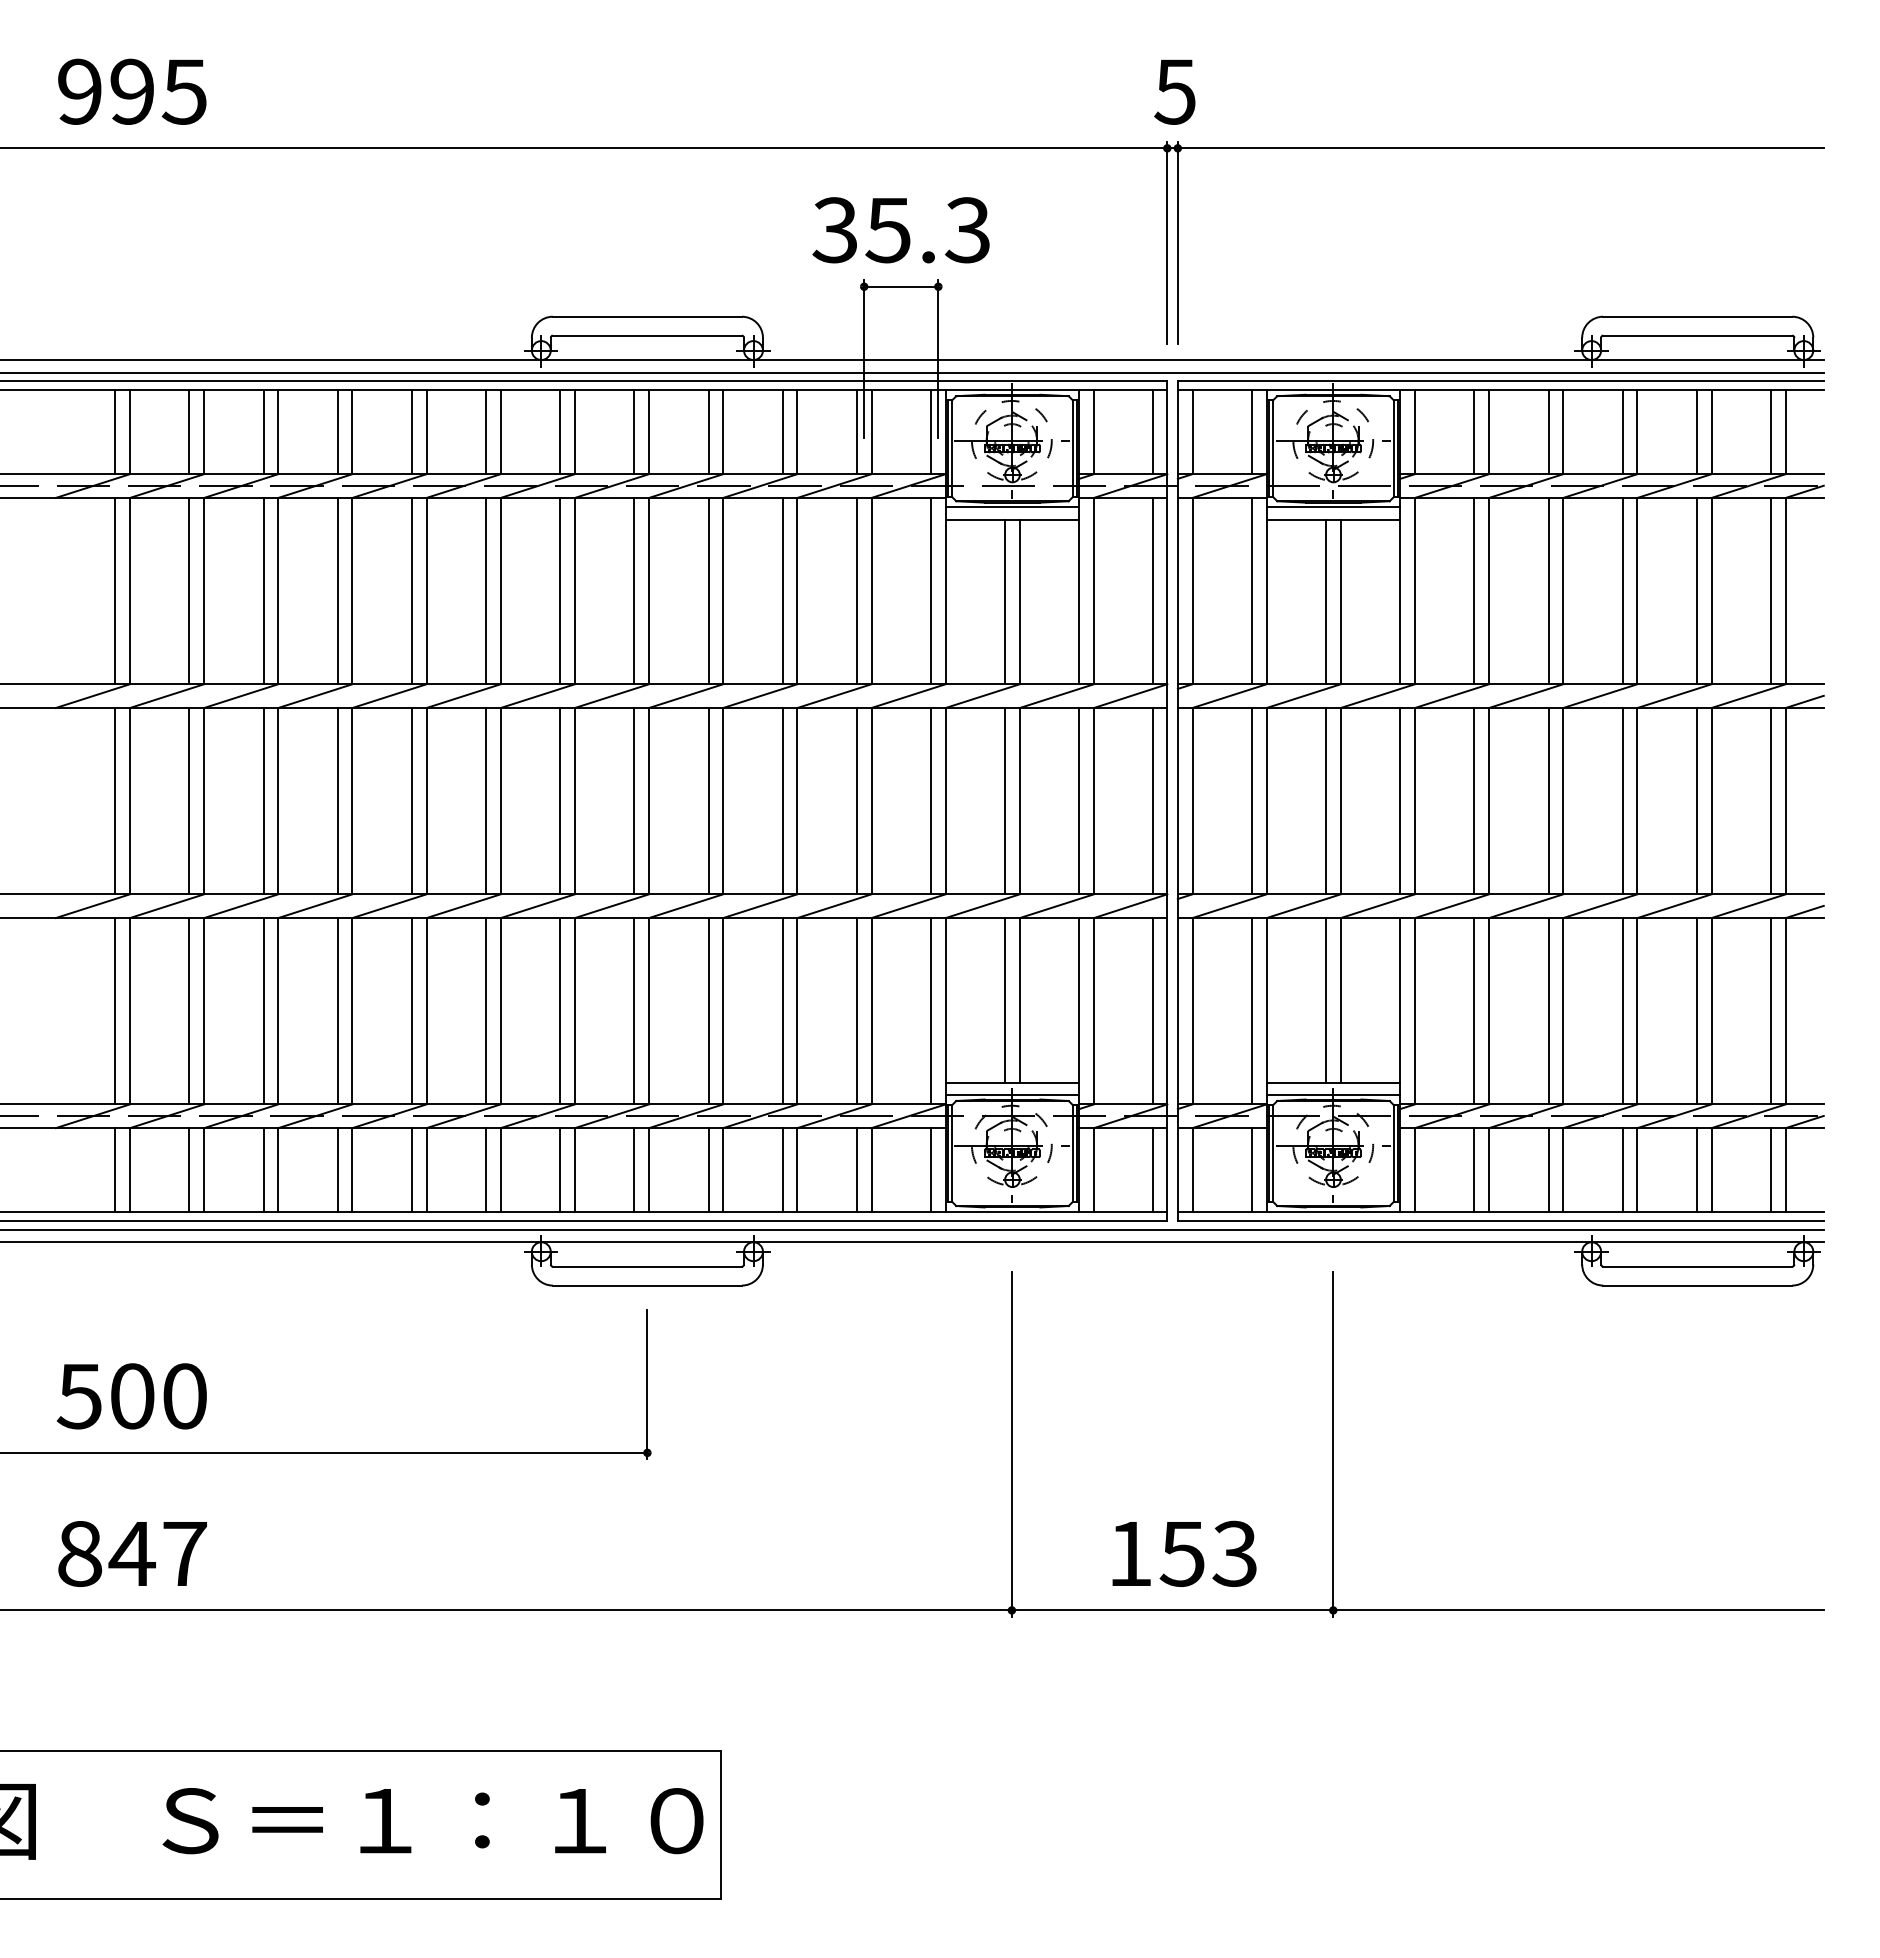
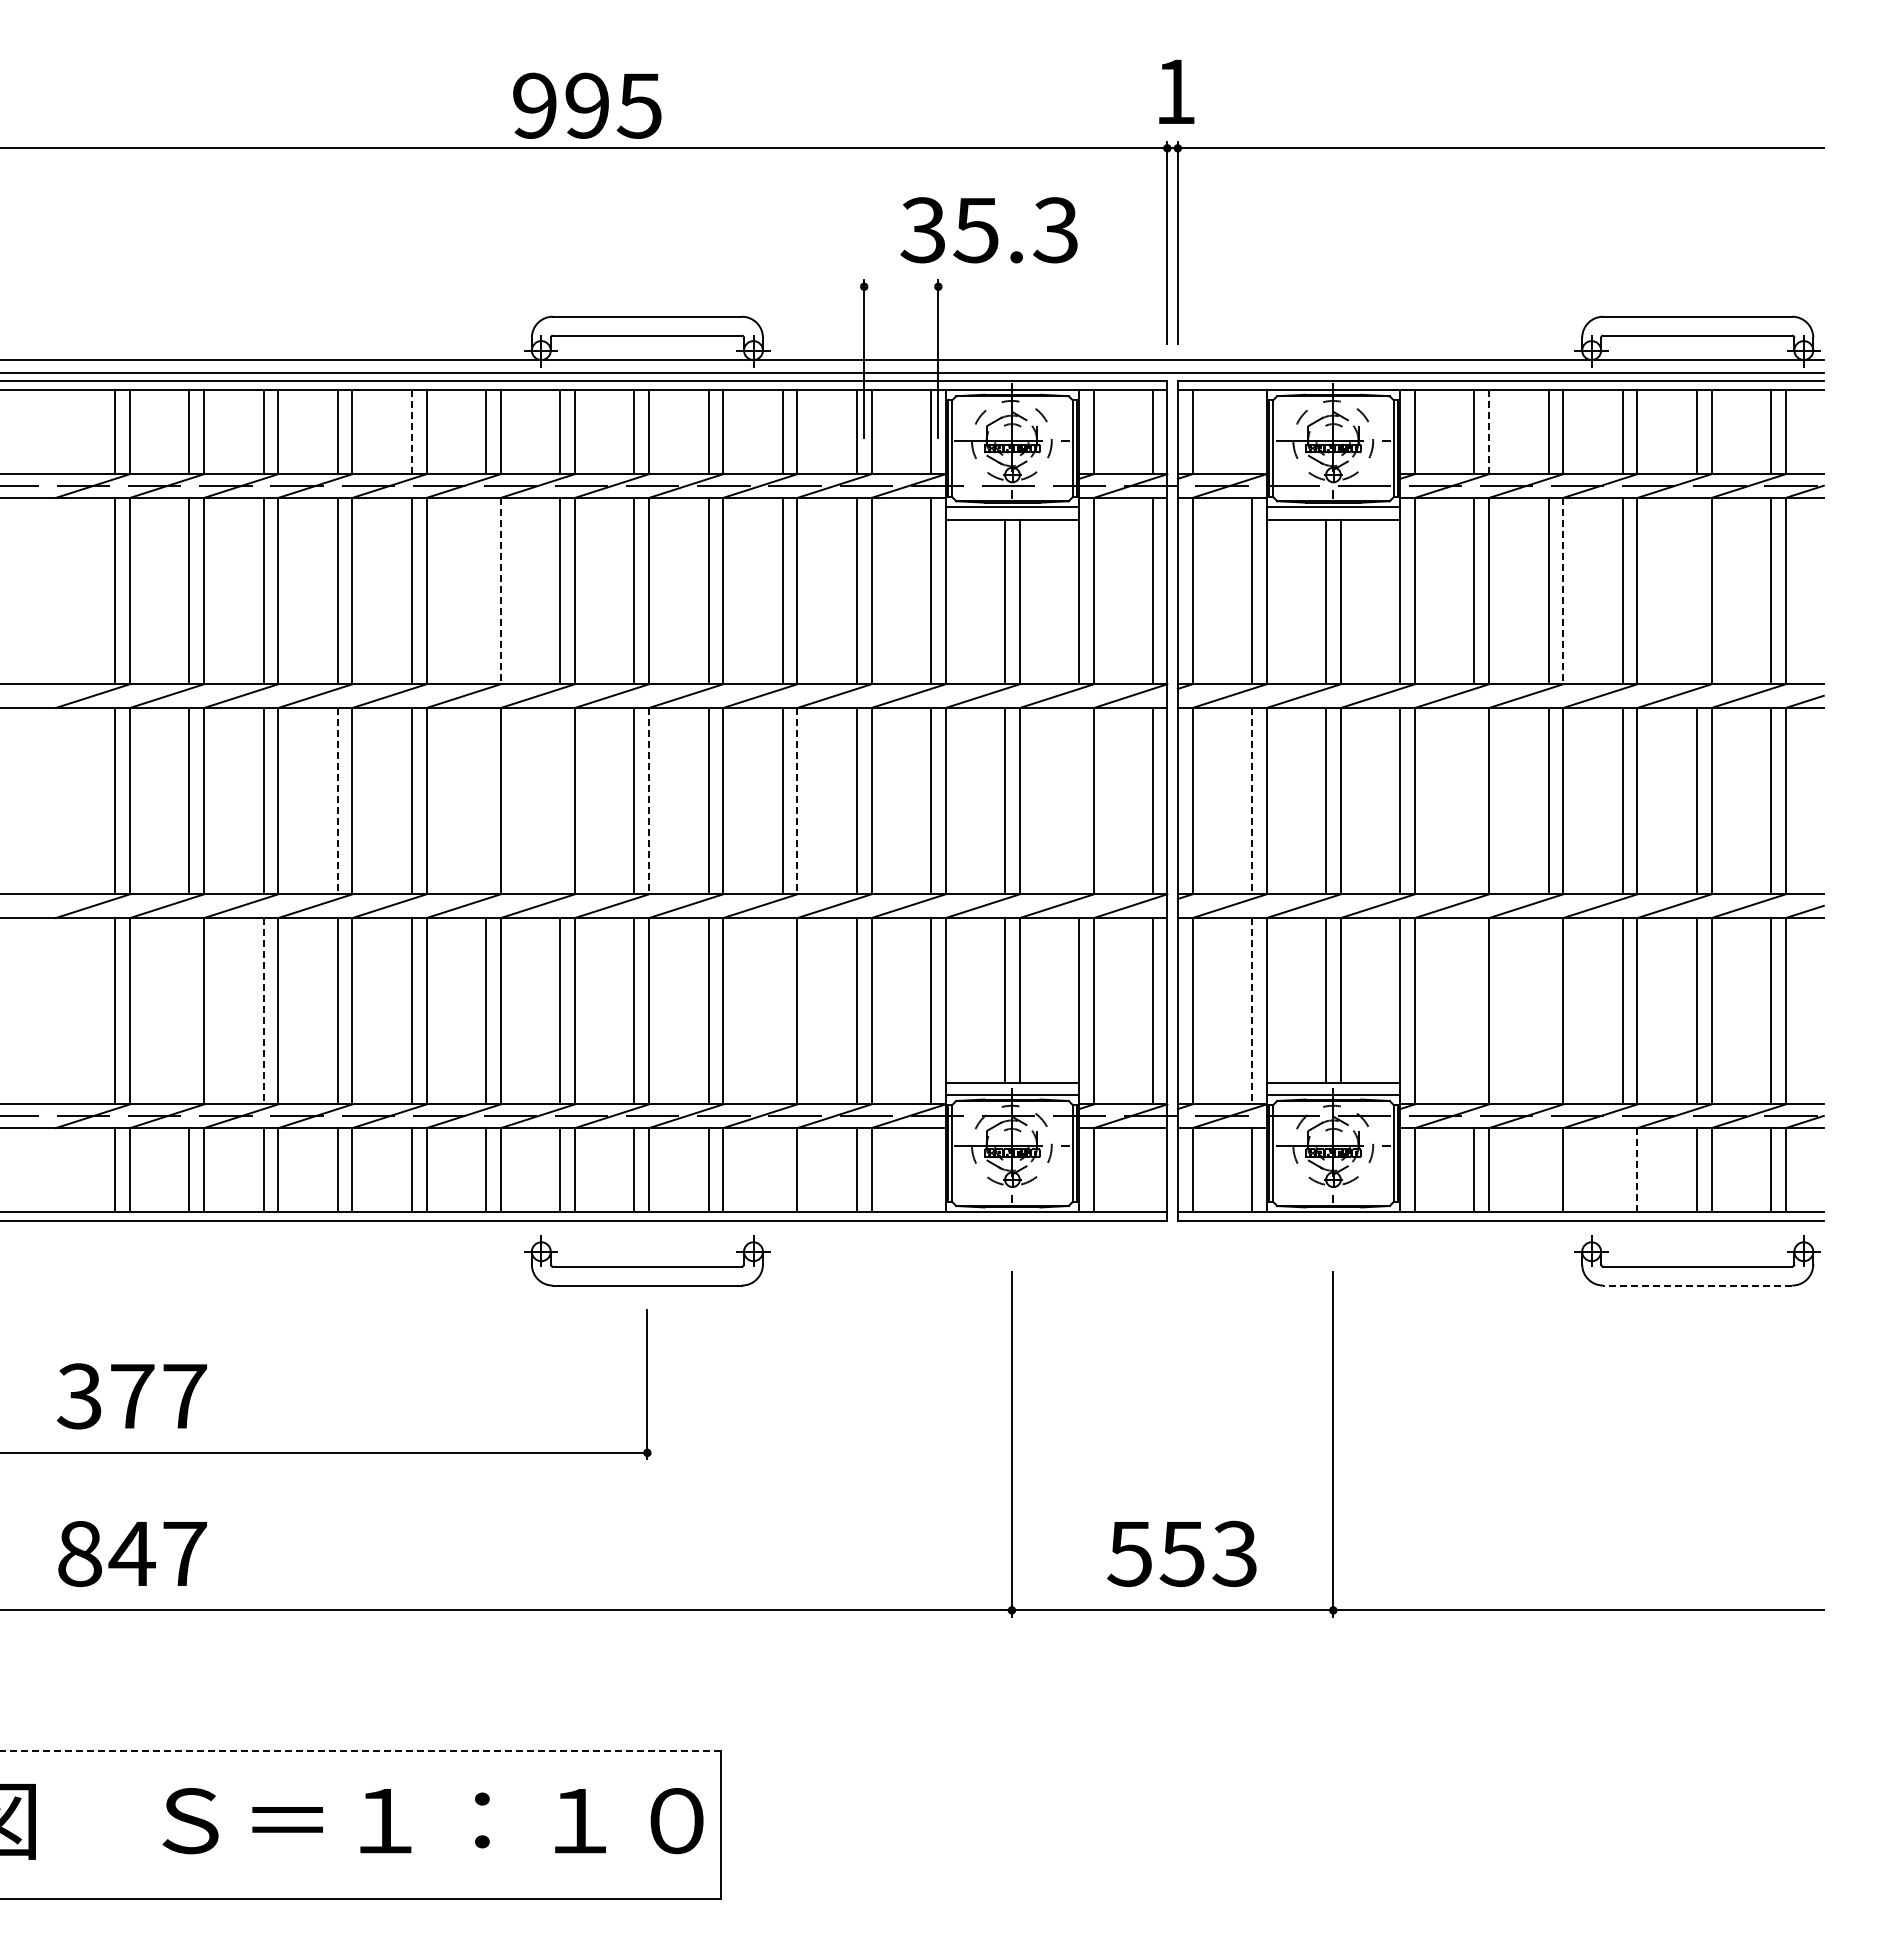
text at (132, 91) position: (132, 91) -> (587, 105)
text at (1174, 91): 5 -> 1
text at (900, 230) position: (900, 230) -> (988, 230)
line at (901, 286): present -> none
line at (411, 432): solid -> dashed
line at (1251, 432): present -> none
line at (1489, 432): solid -> dashed
line at (486, 590): present -> none
line at (1696, 590): present -> none
line at (500, 591): solid -> dashed
line at (1563, 591): solid -> dashed
line at (337, 801): solid -> dashed
line at (486, 801): present -> none
line at (560, 801): present -> none
line at (649, 801): solid -> dashed
line at (797, 801): solid -> dashed
line at (1079, 801): present -> none
line at (1251, 801): solid -> dashed
line at (1474, 801): present -> none
line at (189, 1011): present -> none
line at (263, 1011): solid -> dashed
line at (782, 1011): present -> none
line at (1251, 1011): solid -> dashed
line at (1474, 1011): present -> none
line at (1548, 1011): present -> none
line at (782, 1169): present -> none
line at (931, 1169): present -> none
line at (1152, 1169): present -> none
line at (1548, 1169): present -> none
line at (1622, 1169): present -> none
line at (1637, 1169): solid -> dashed
line at (912, 1229): present -> none
line at (912, 1242): present -> none
line at (1697, 1285): solid -> dashed
text at (131, 1396): 500 -> 377
text at (1129, 1554): 153 -> 553
line at (360, 1750): solid -> dashed
